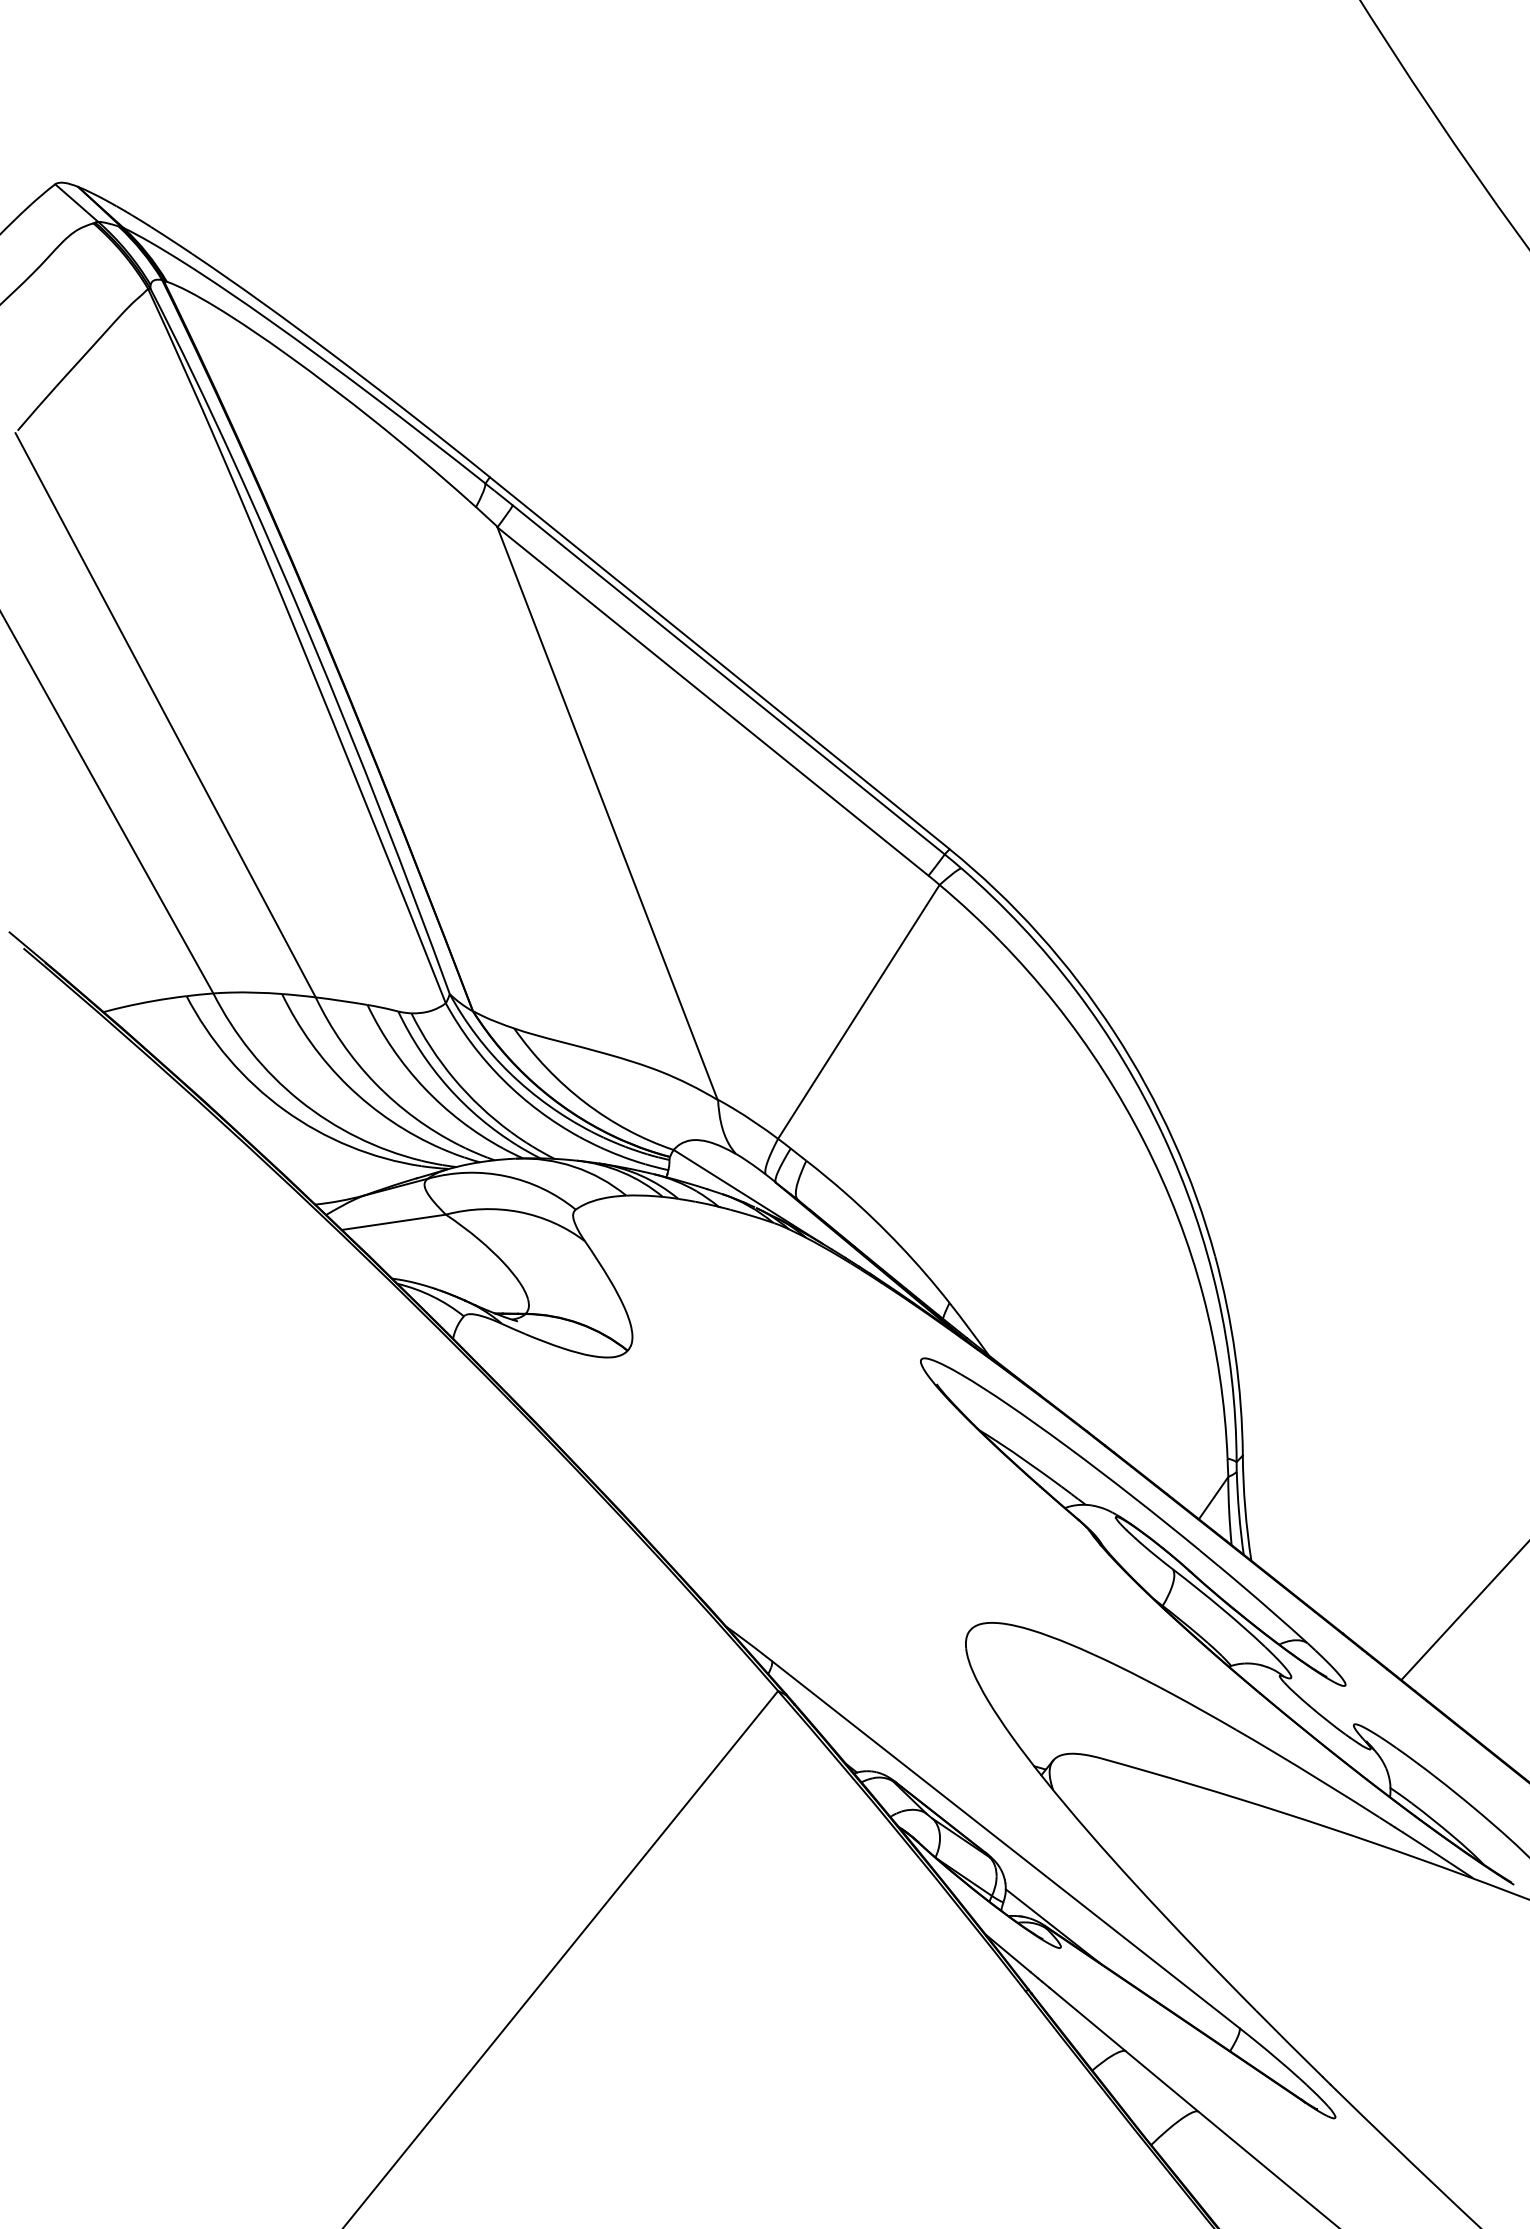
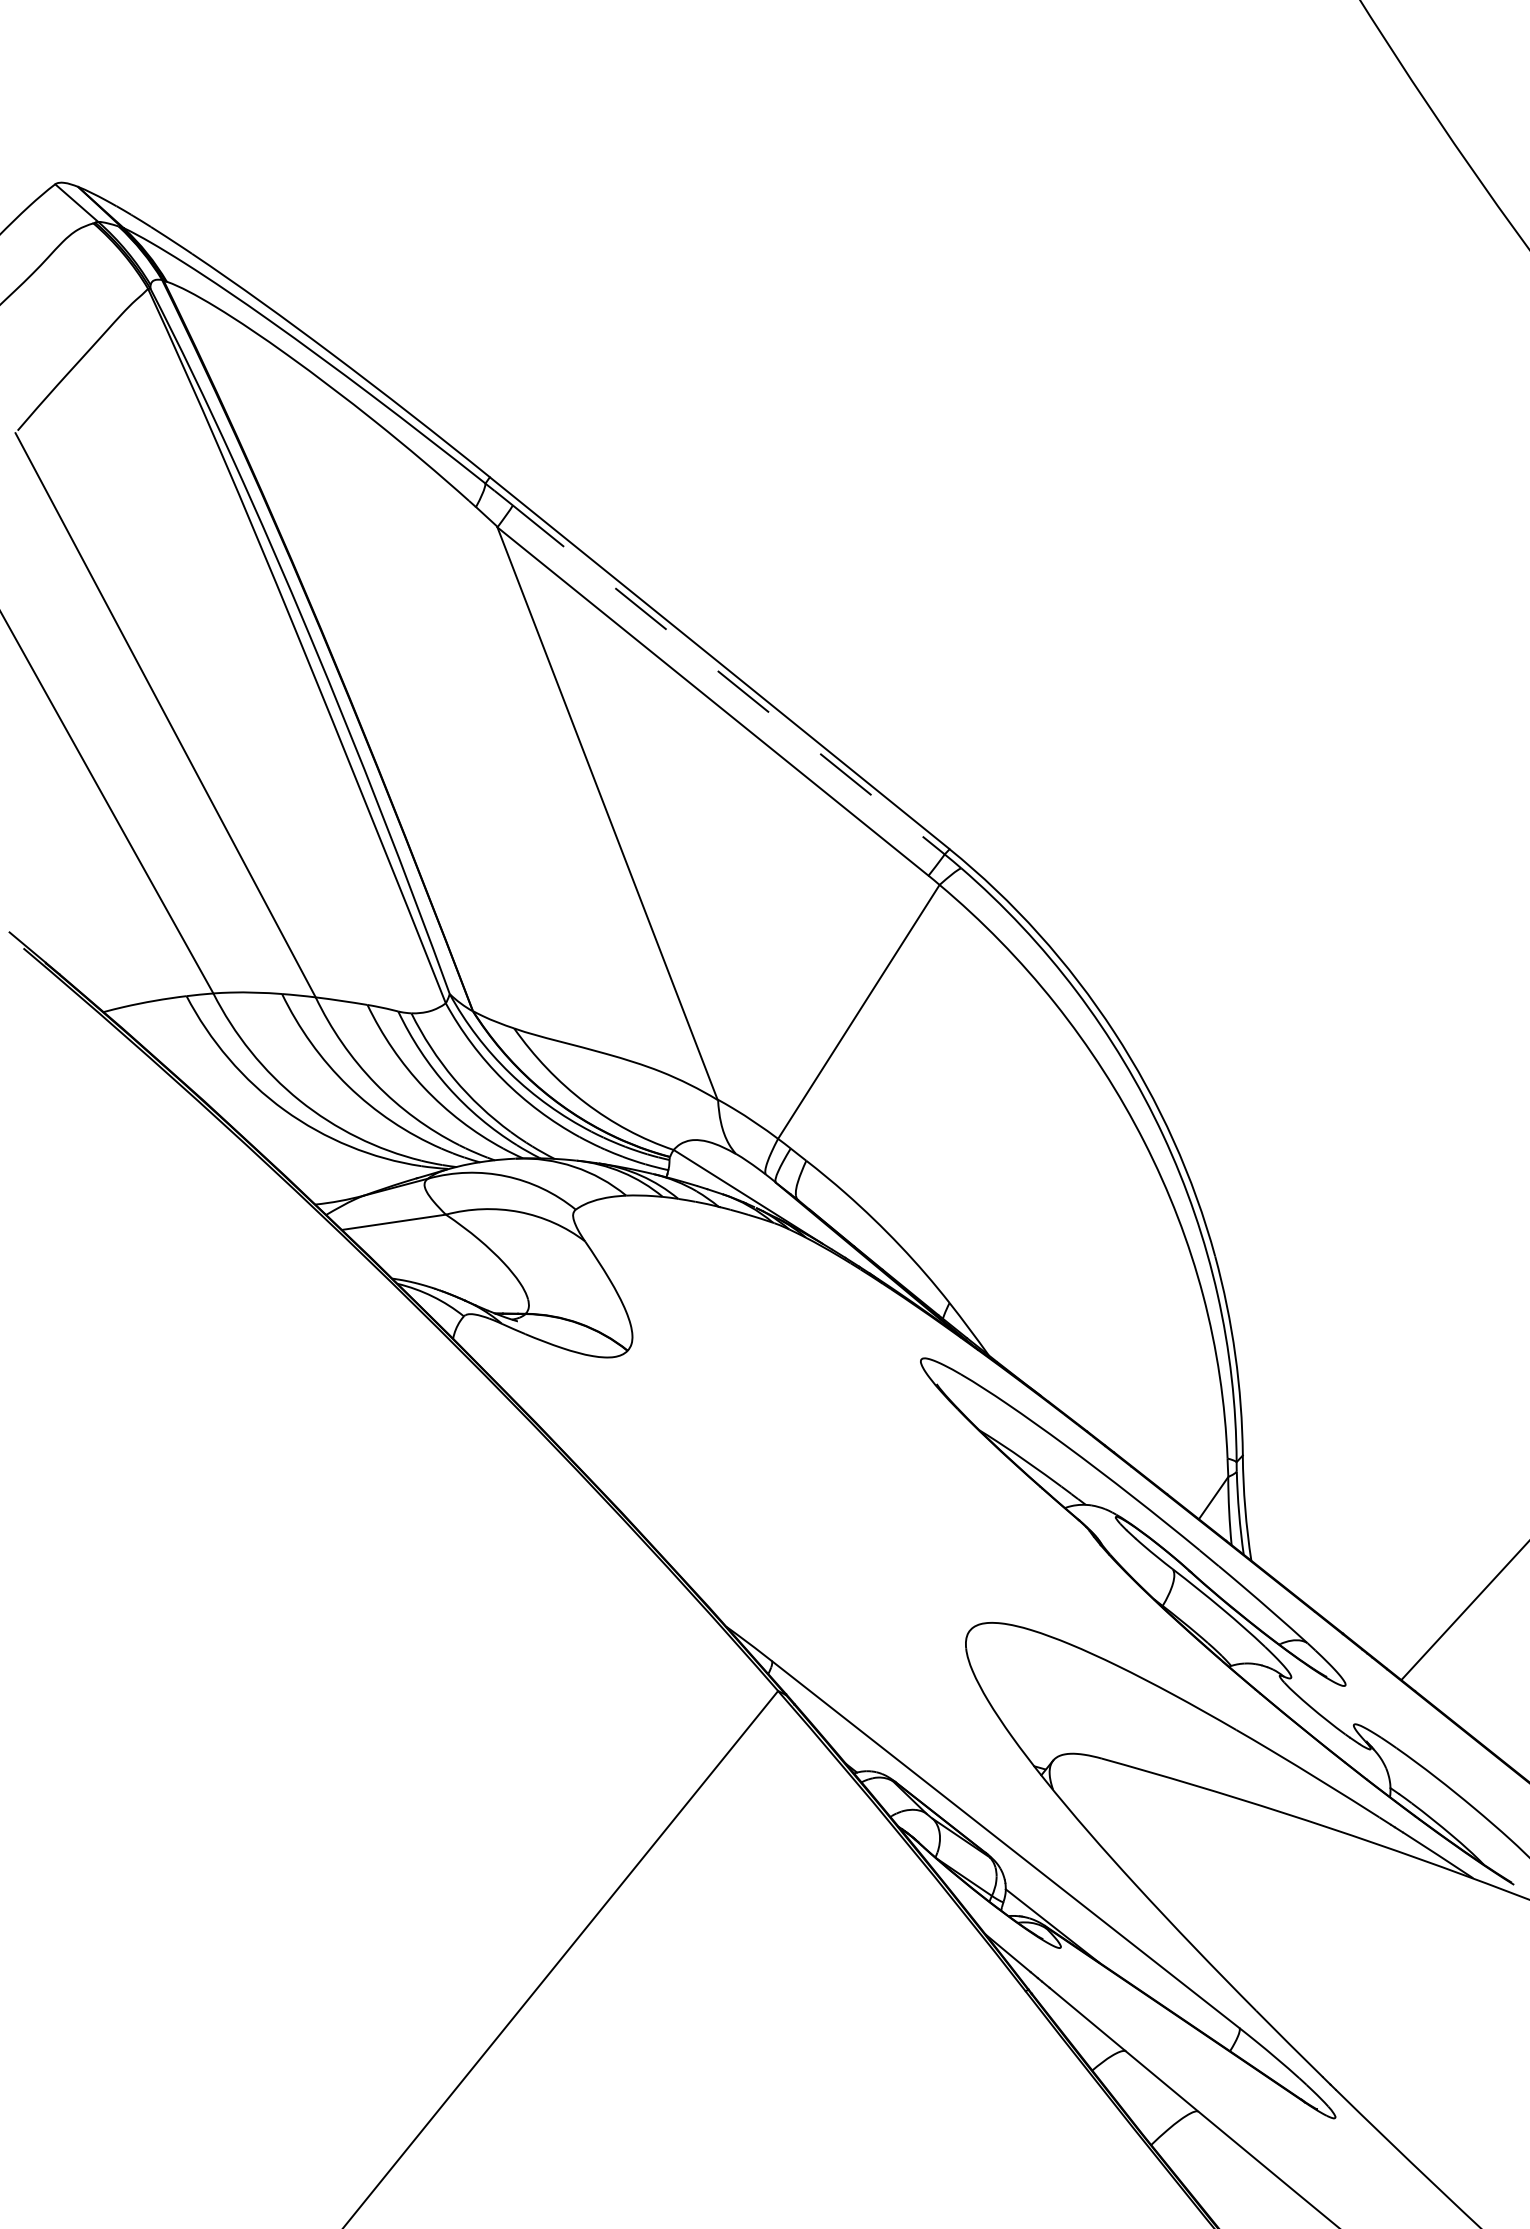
line at (728, 679): solid -> dashed
